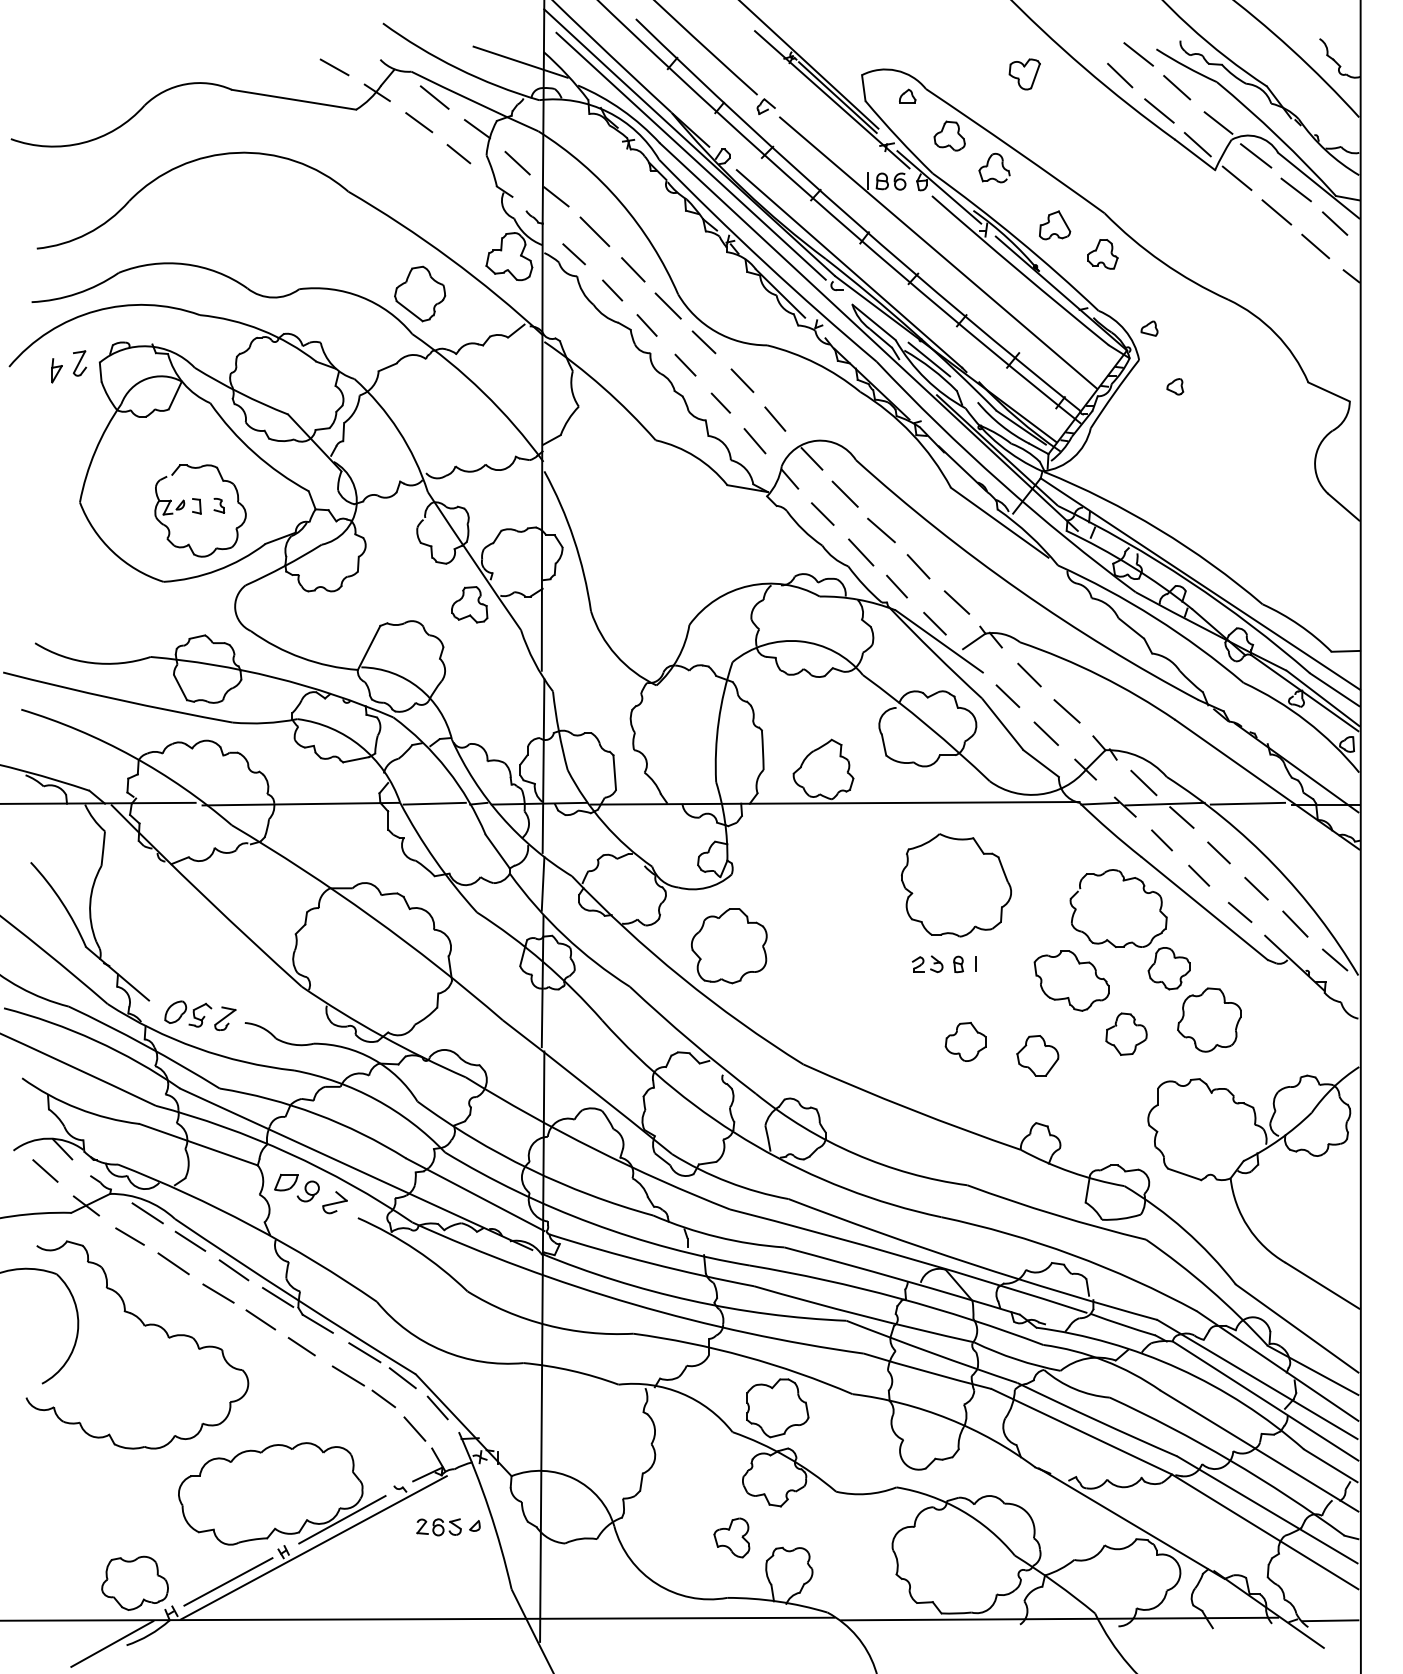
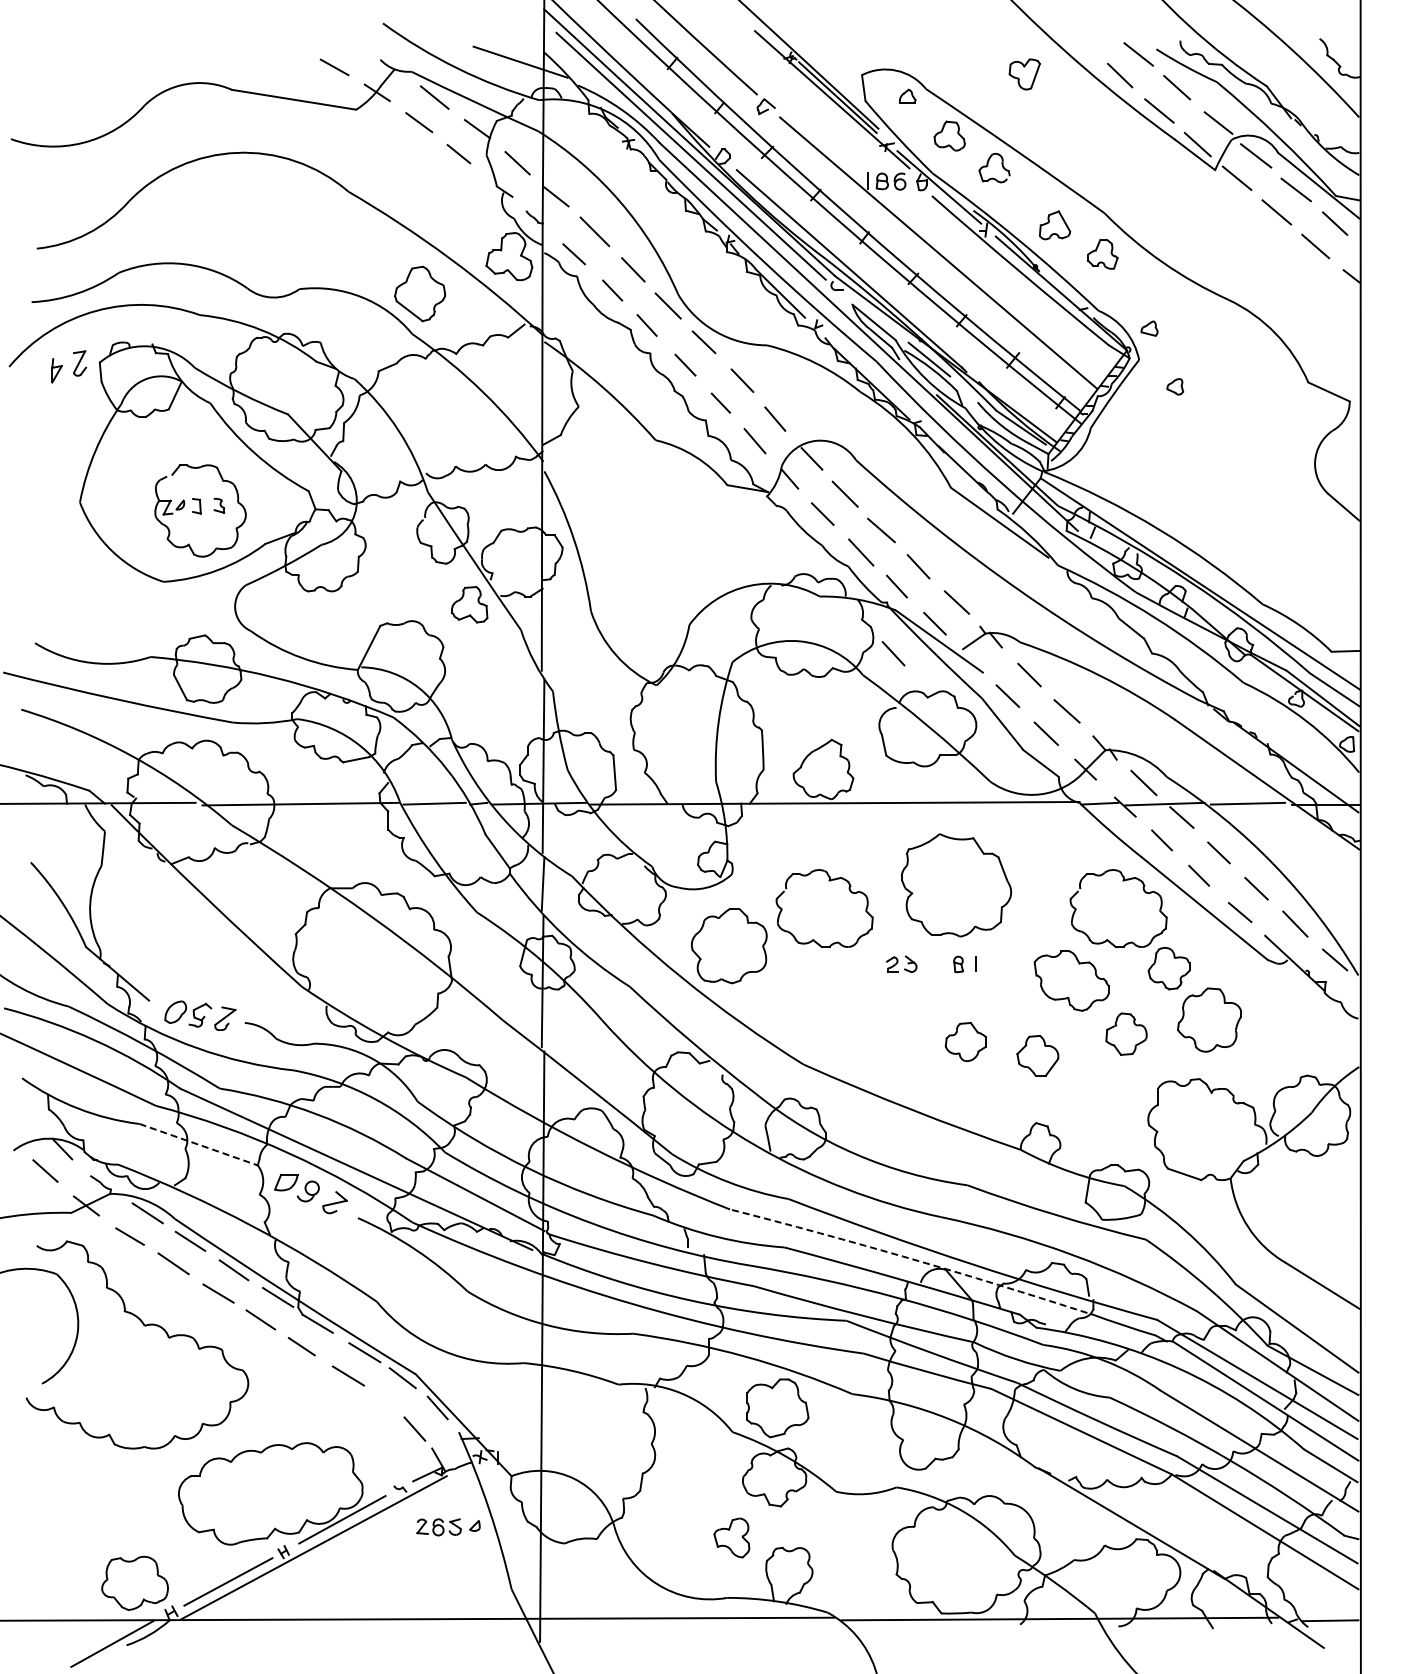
line at (893, 653): none -> present
part at (828, 881): none -> present
part at (927, 964) position: (927, 964) -> (901, 964)
line at (198, 1144): solid -> dashed
arc at (909, 1258): solid -> dashed
line at (383, 1398): present -> none
